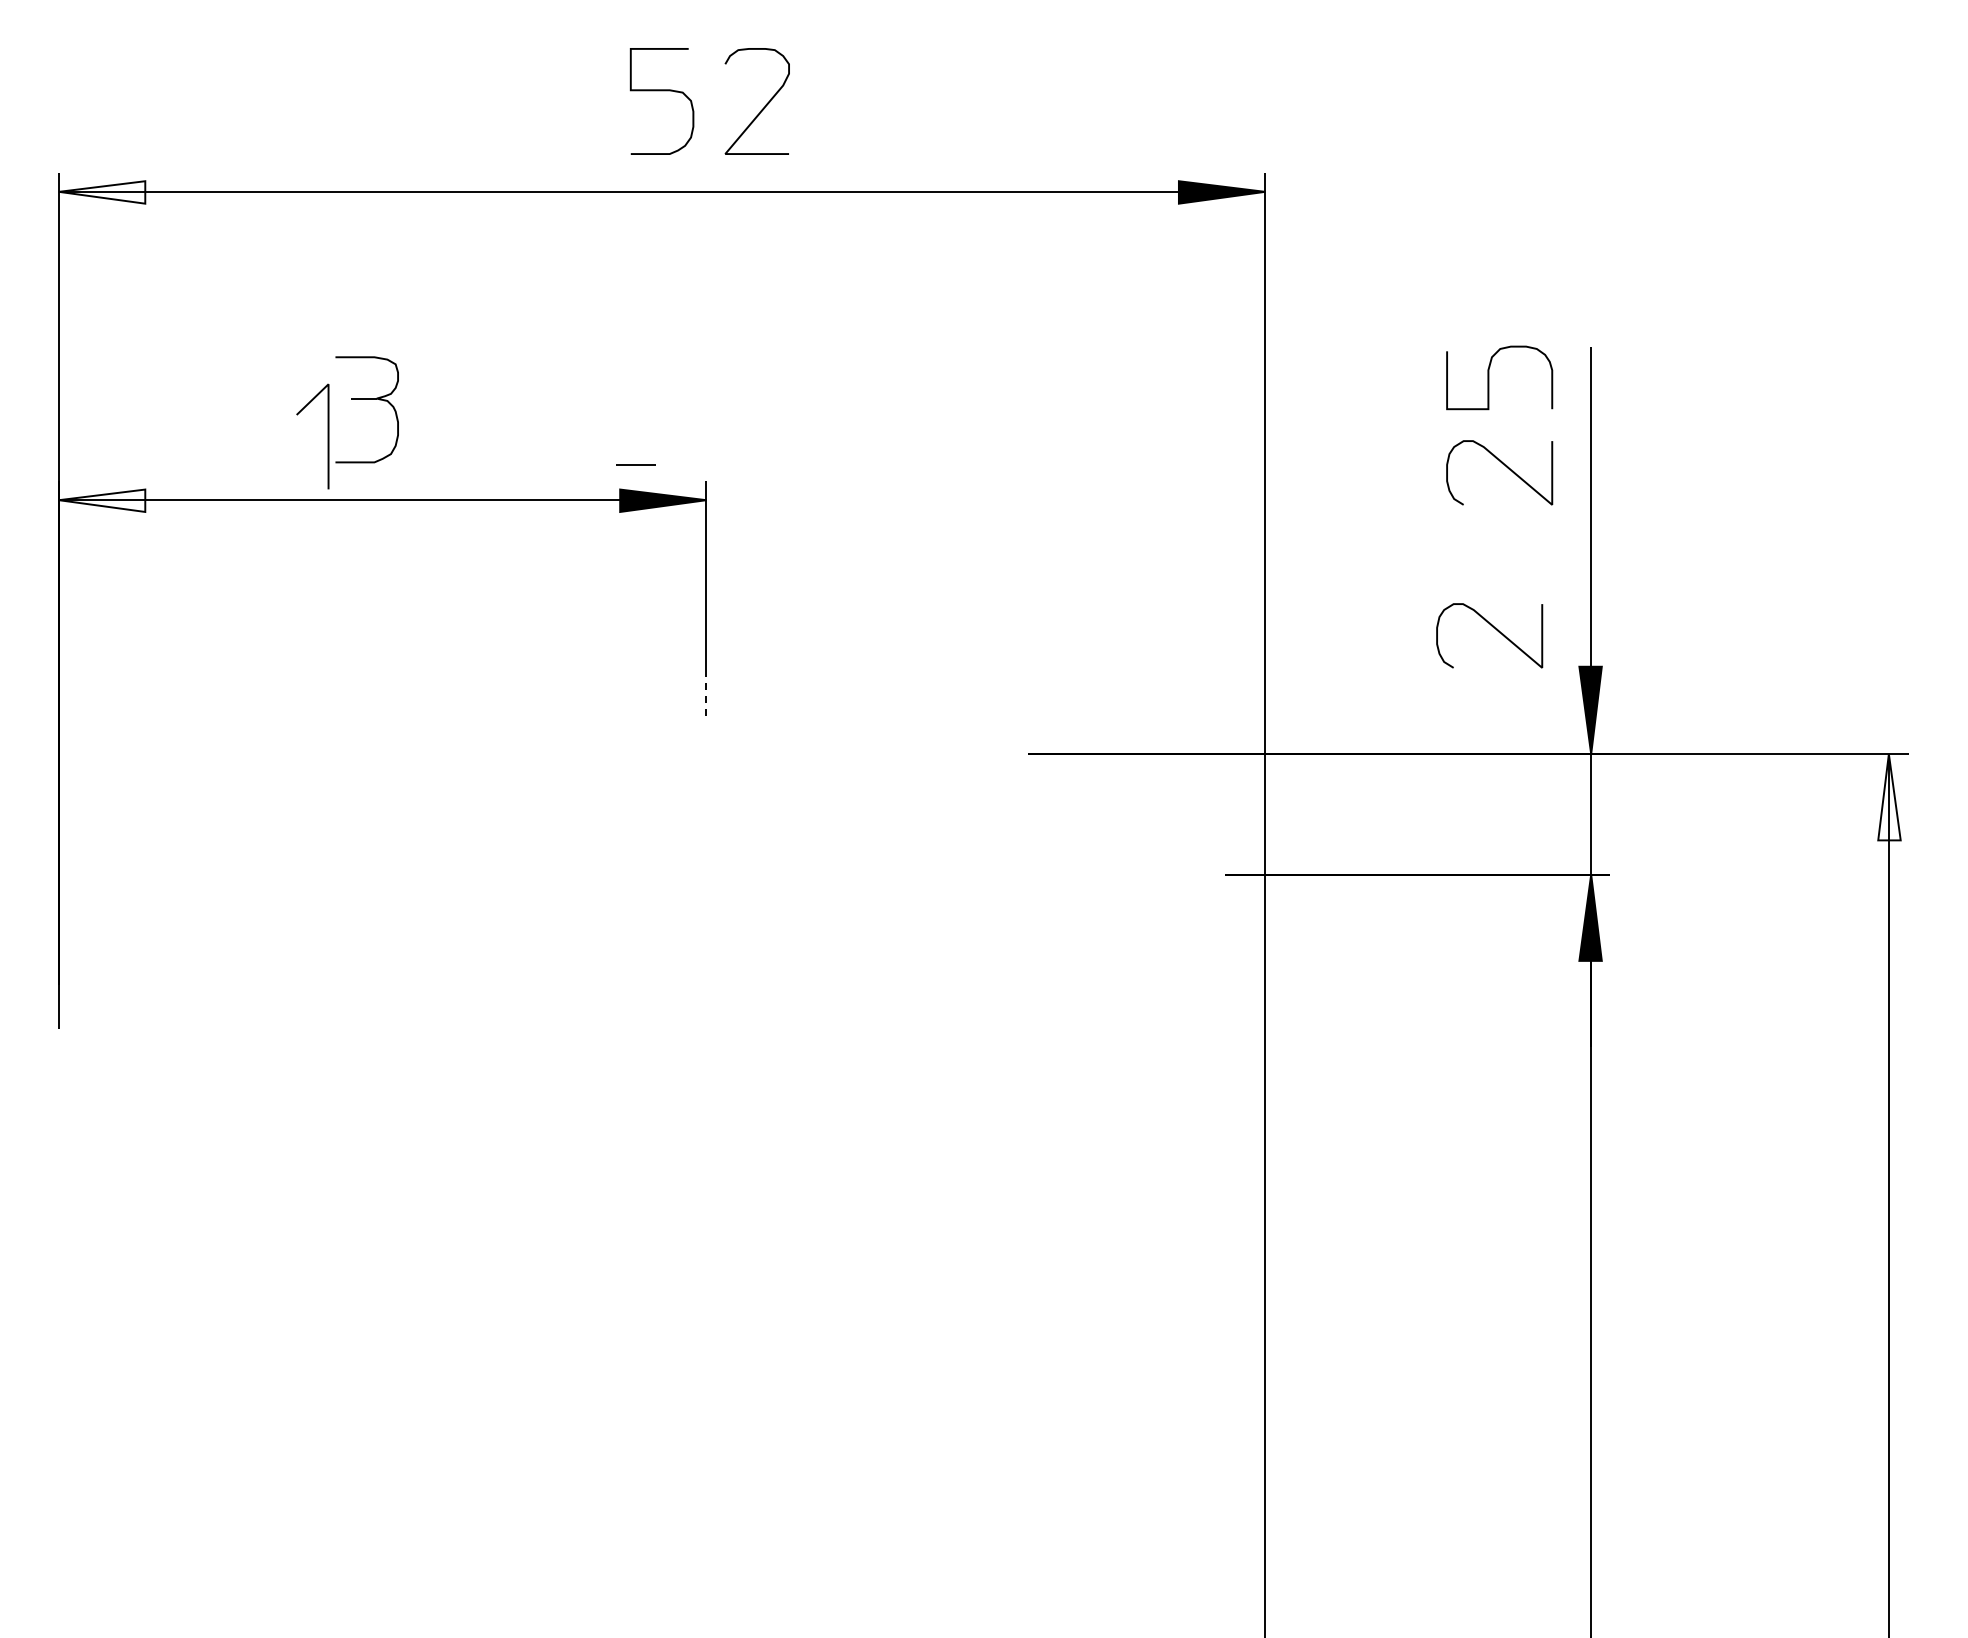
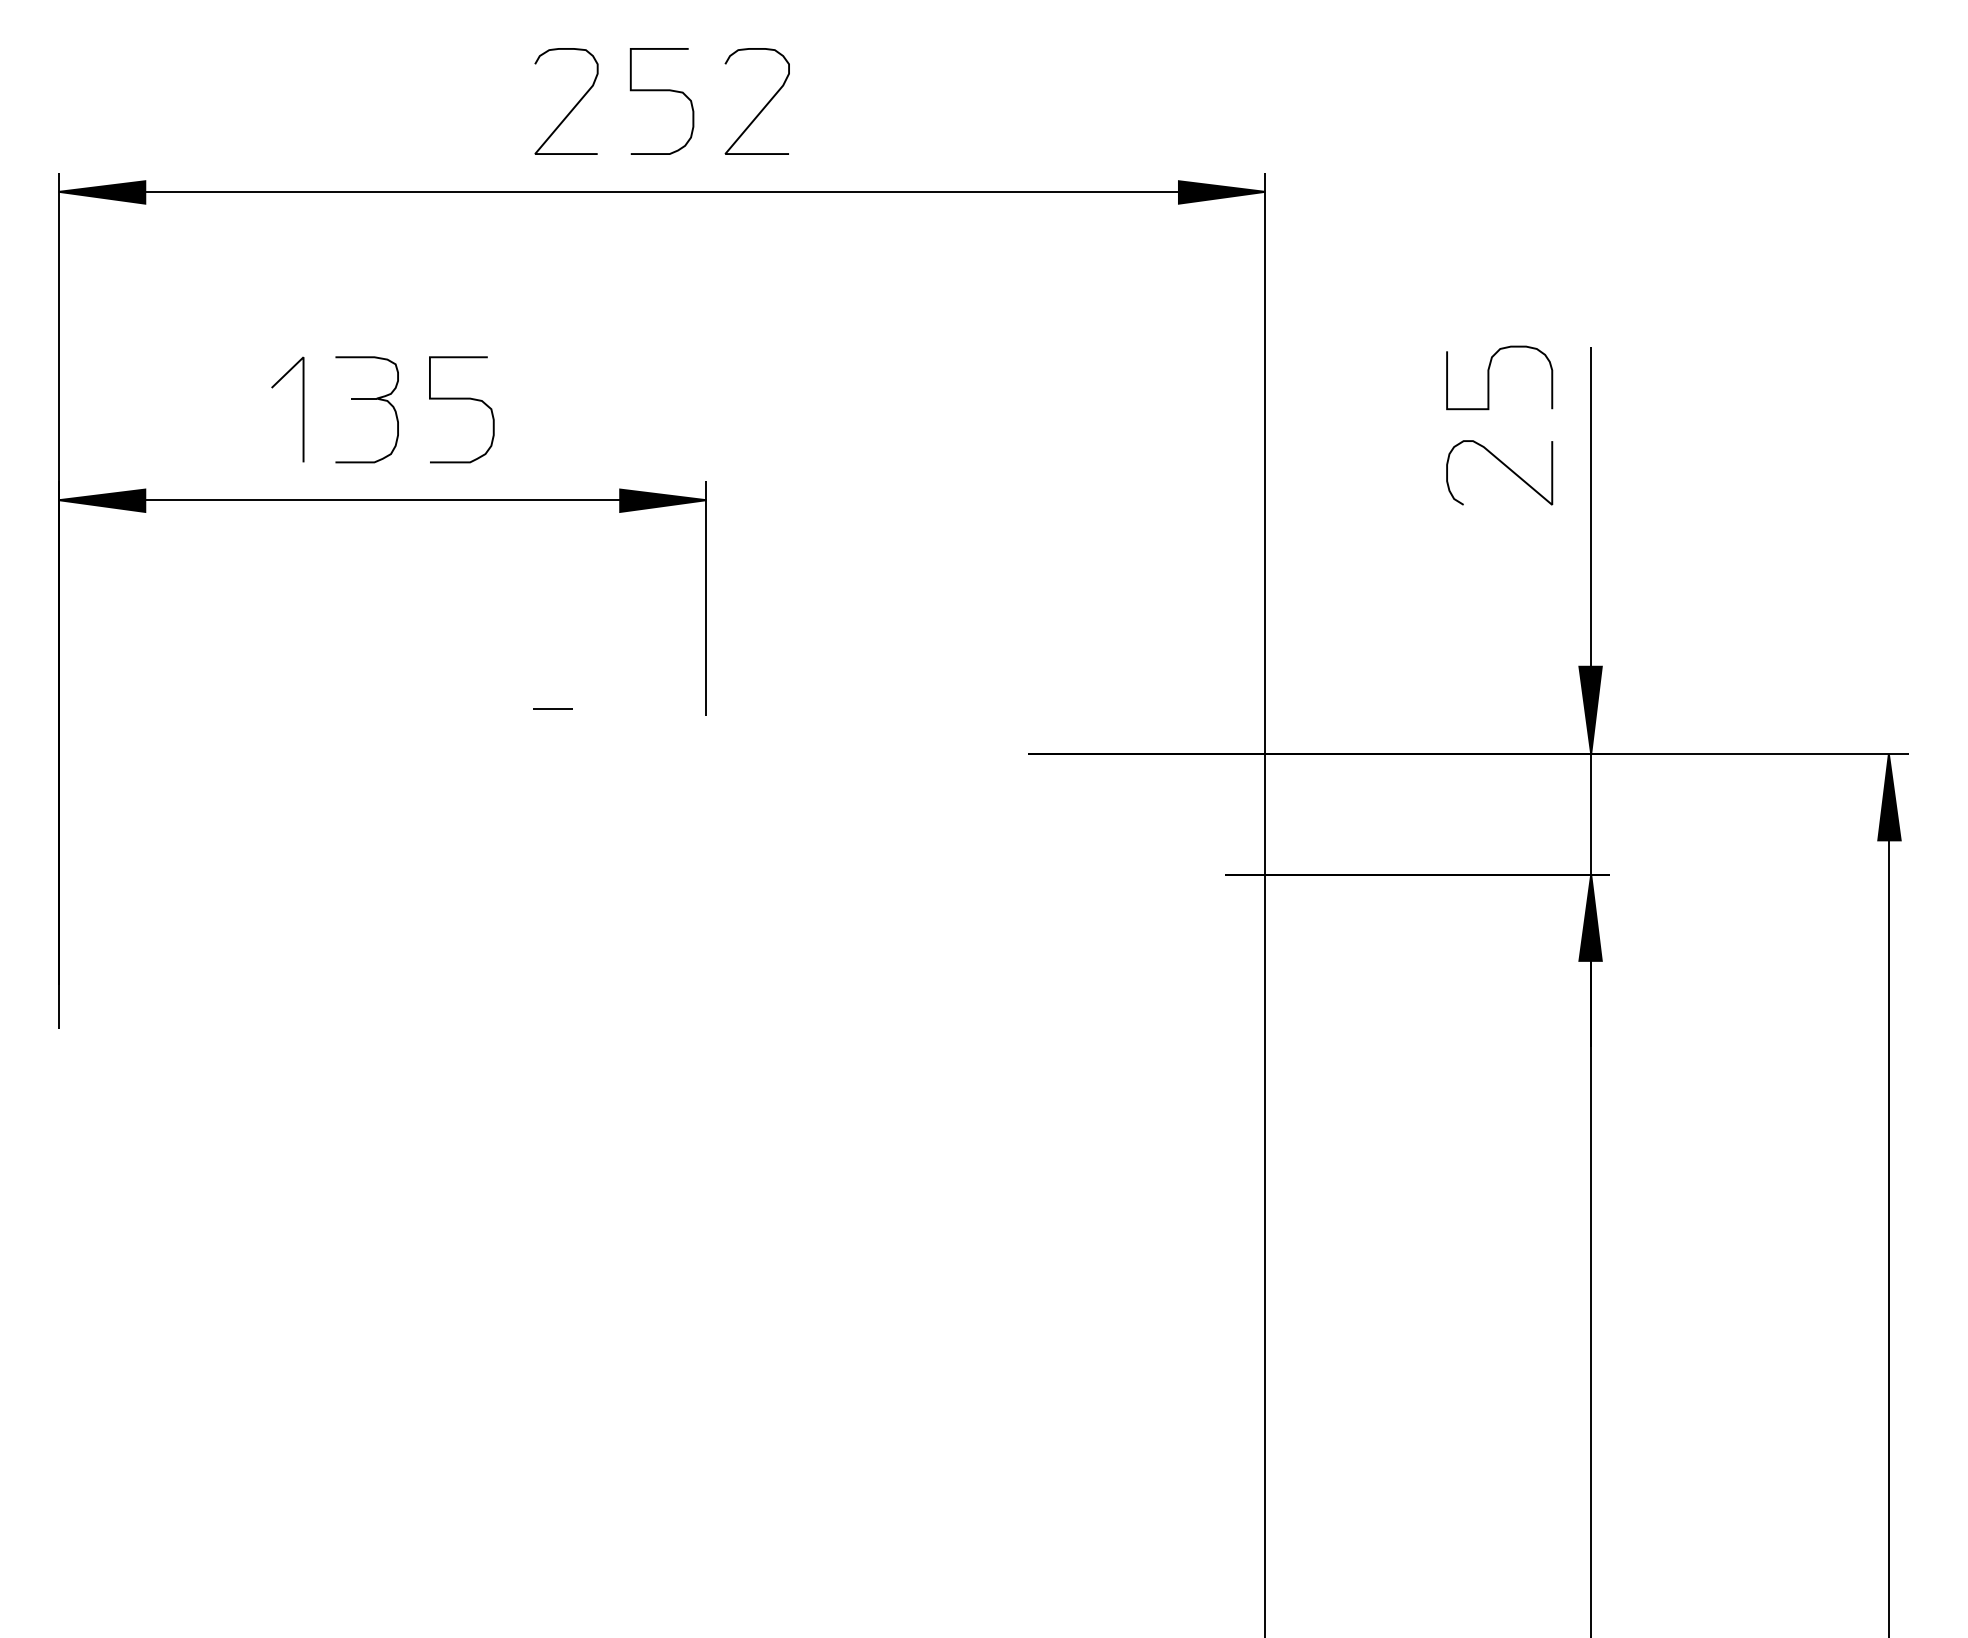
curve at (574, 105): none -> present
fill at (102, 192): none -> present
curve at (461, 399): none -> present
line at (327, 436) position: (327, 436) -> (302, 409)
line at (635, 464) position: (635, 464) -> (552, 708)
fill at (102, 500): none -> present
curve at (1495, 629): present -> none
line at (706, 694): dashed -> solid
fill at (1889, 797): none -> present
